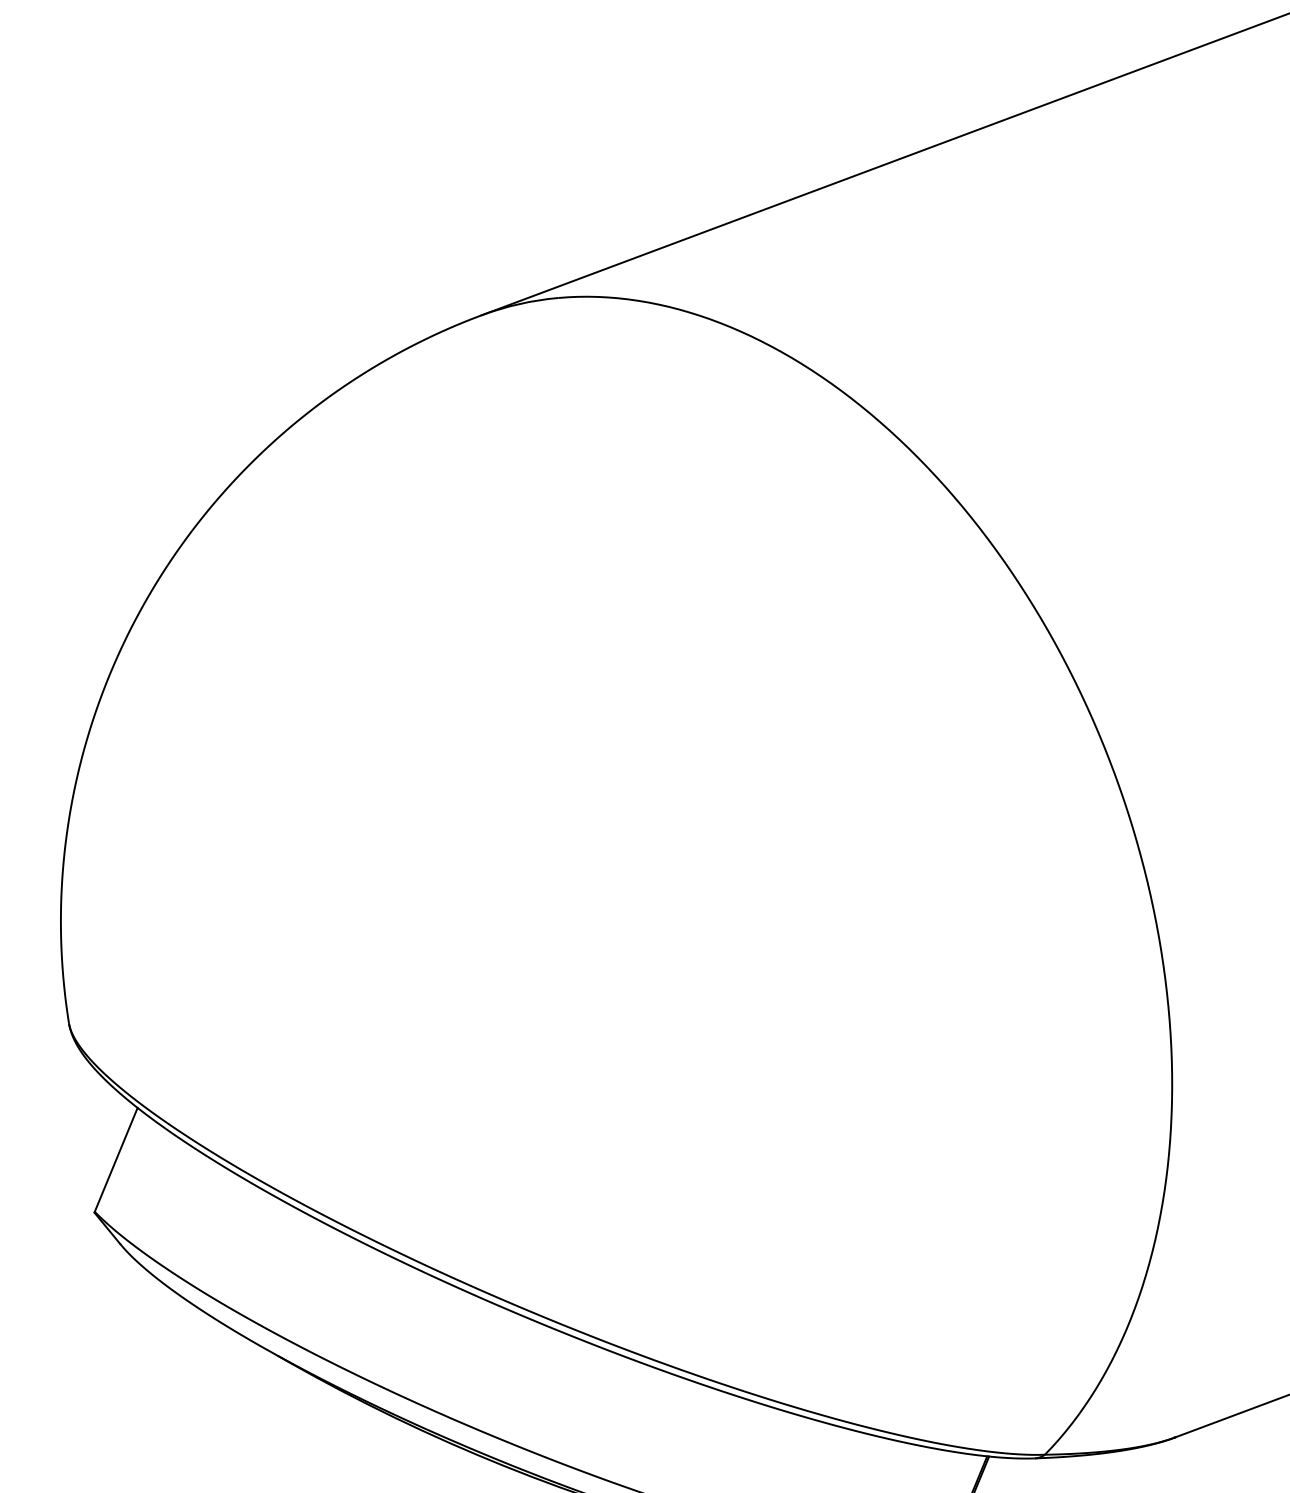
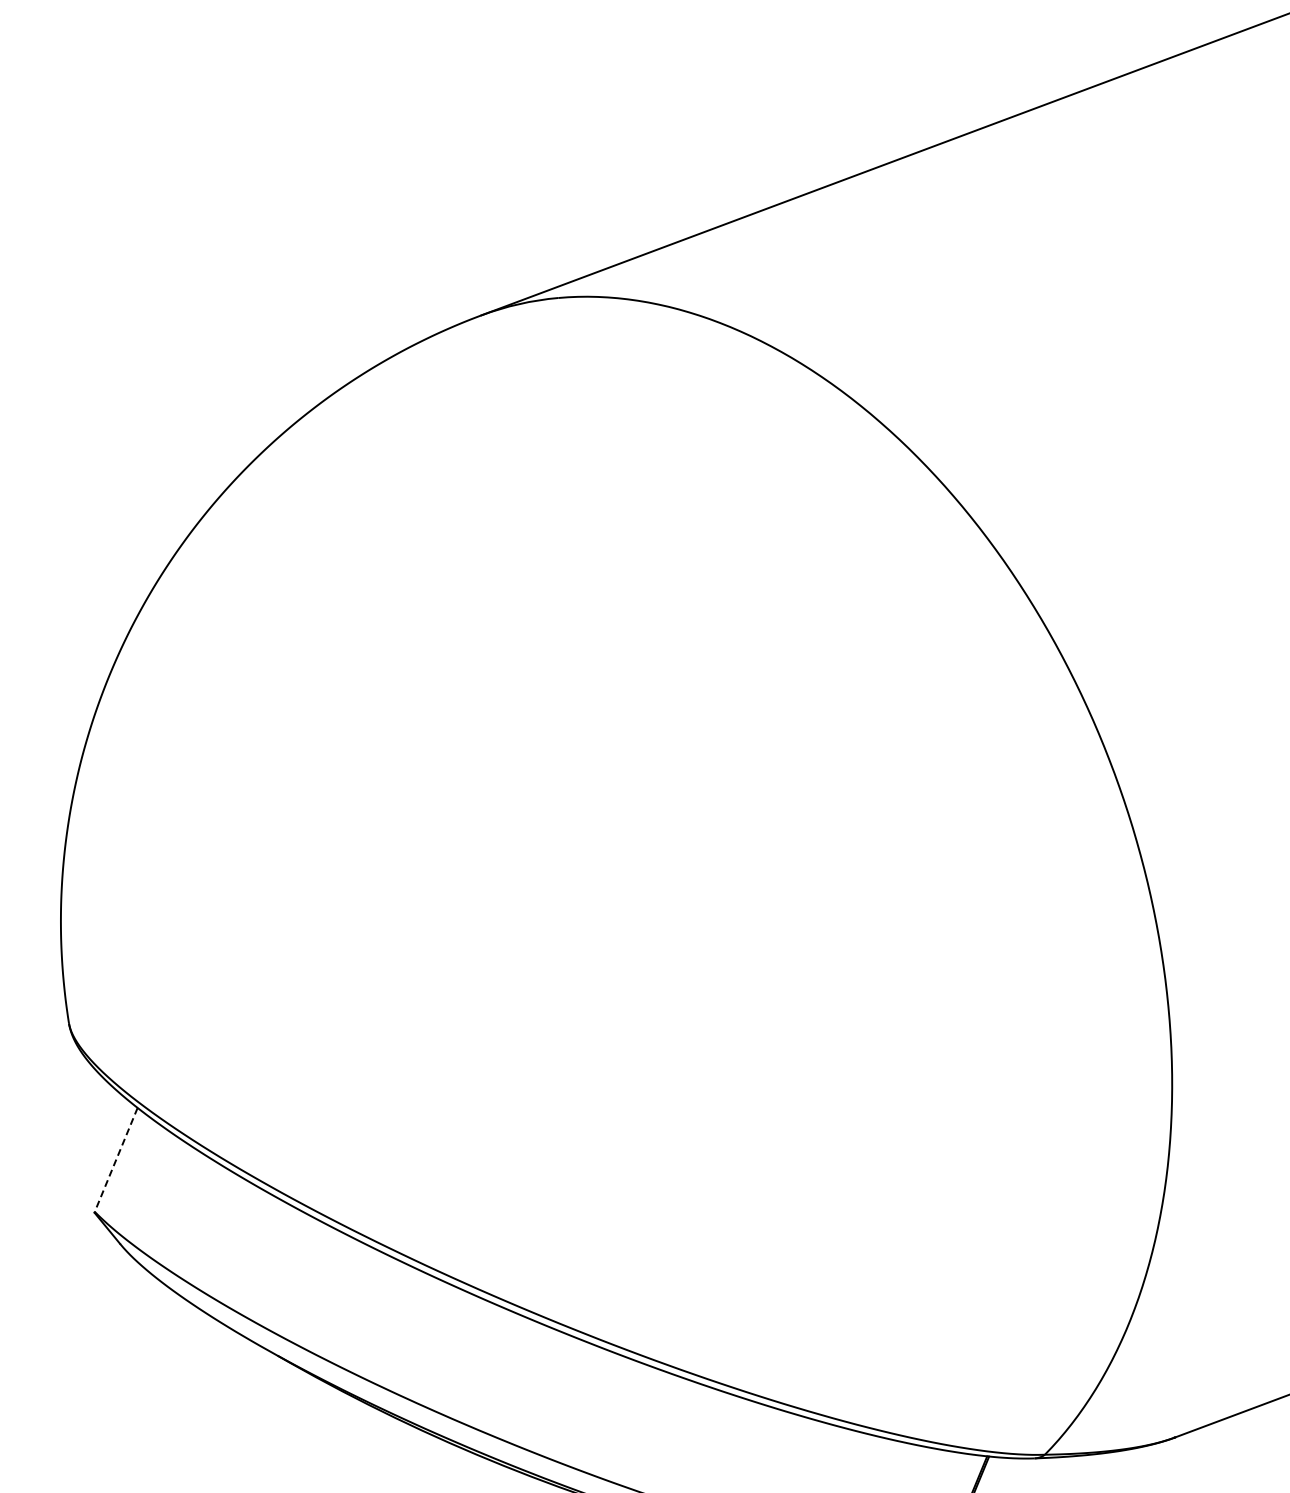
line at (116, 1160): solid -> dashed
